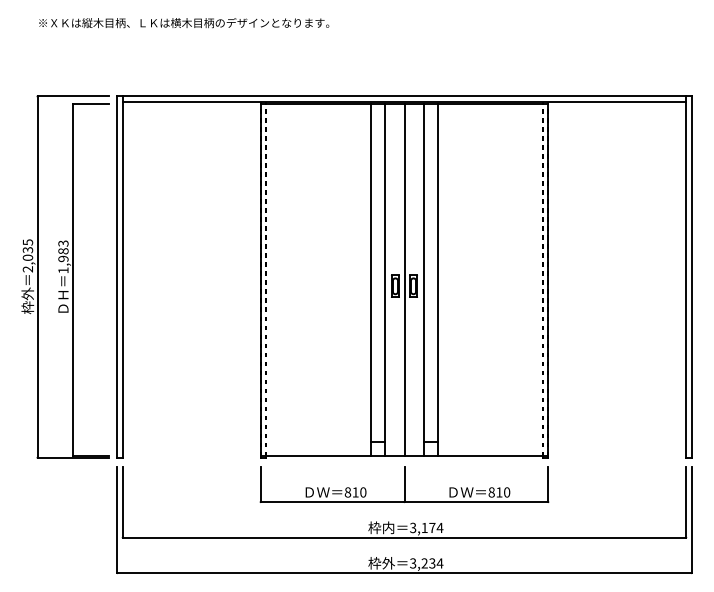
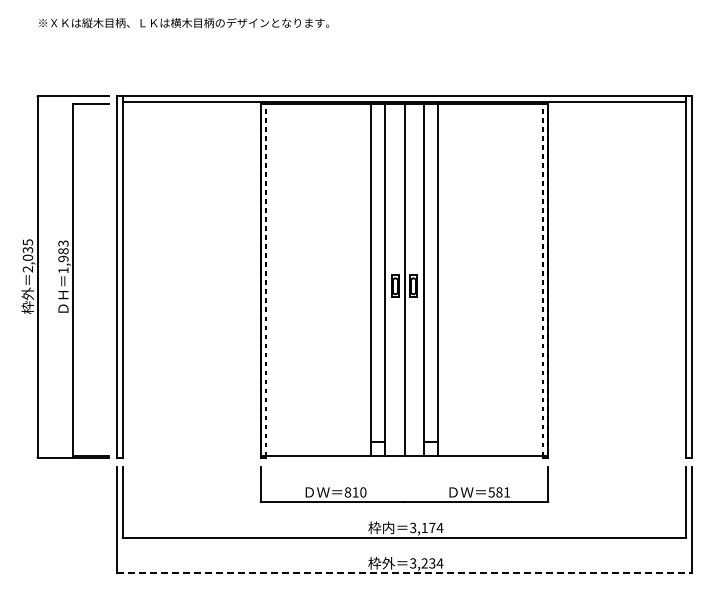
line at (404, 484): present -> none
text at (499, 492): 810 -> 581
line at (404, 573): solid -> dashed
